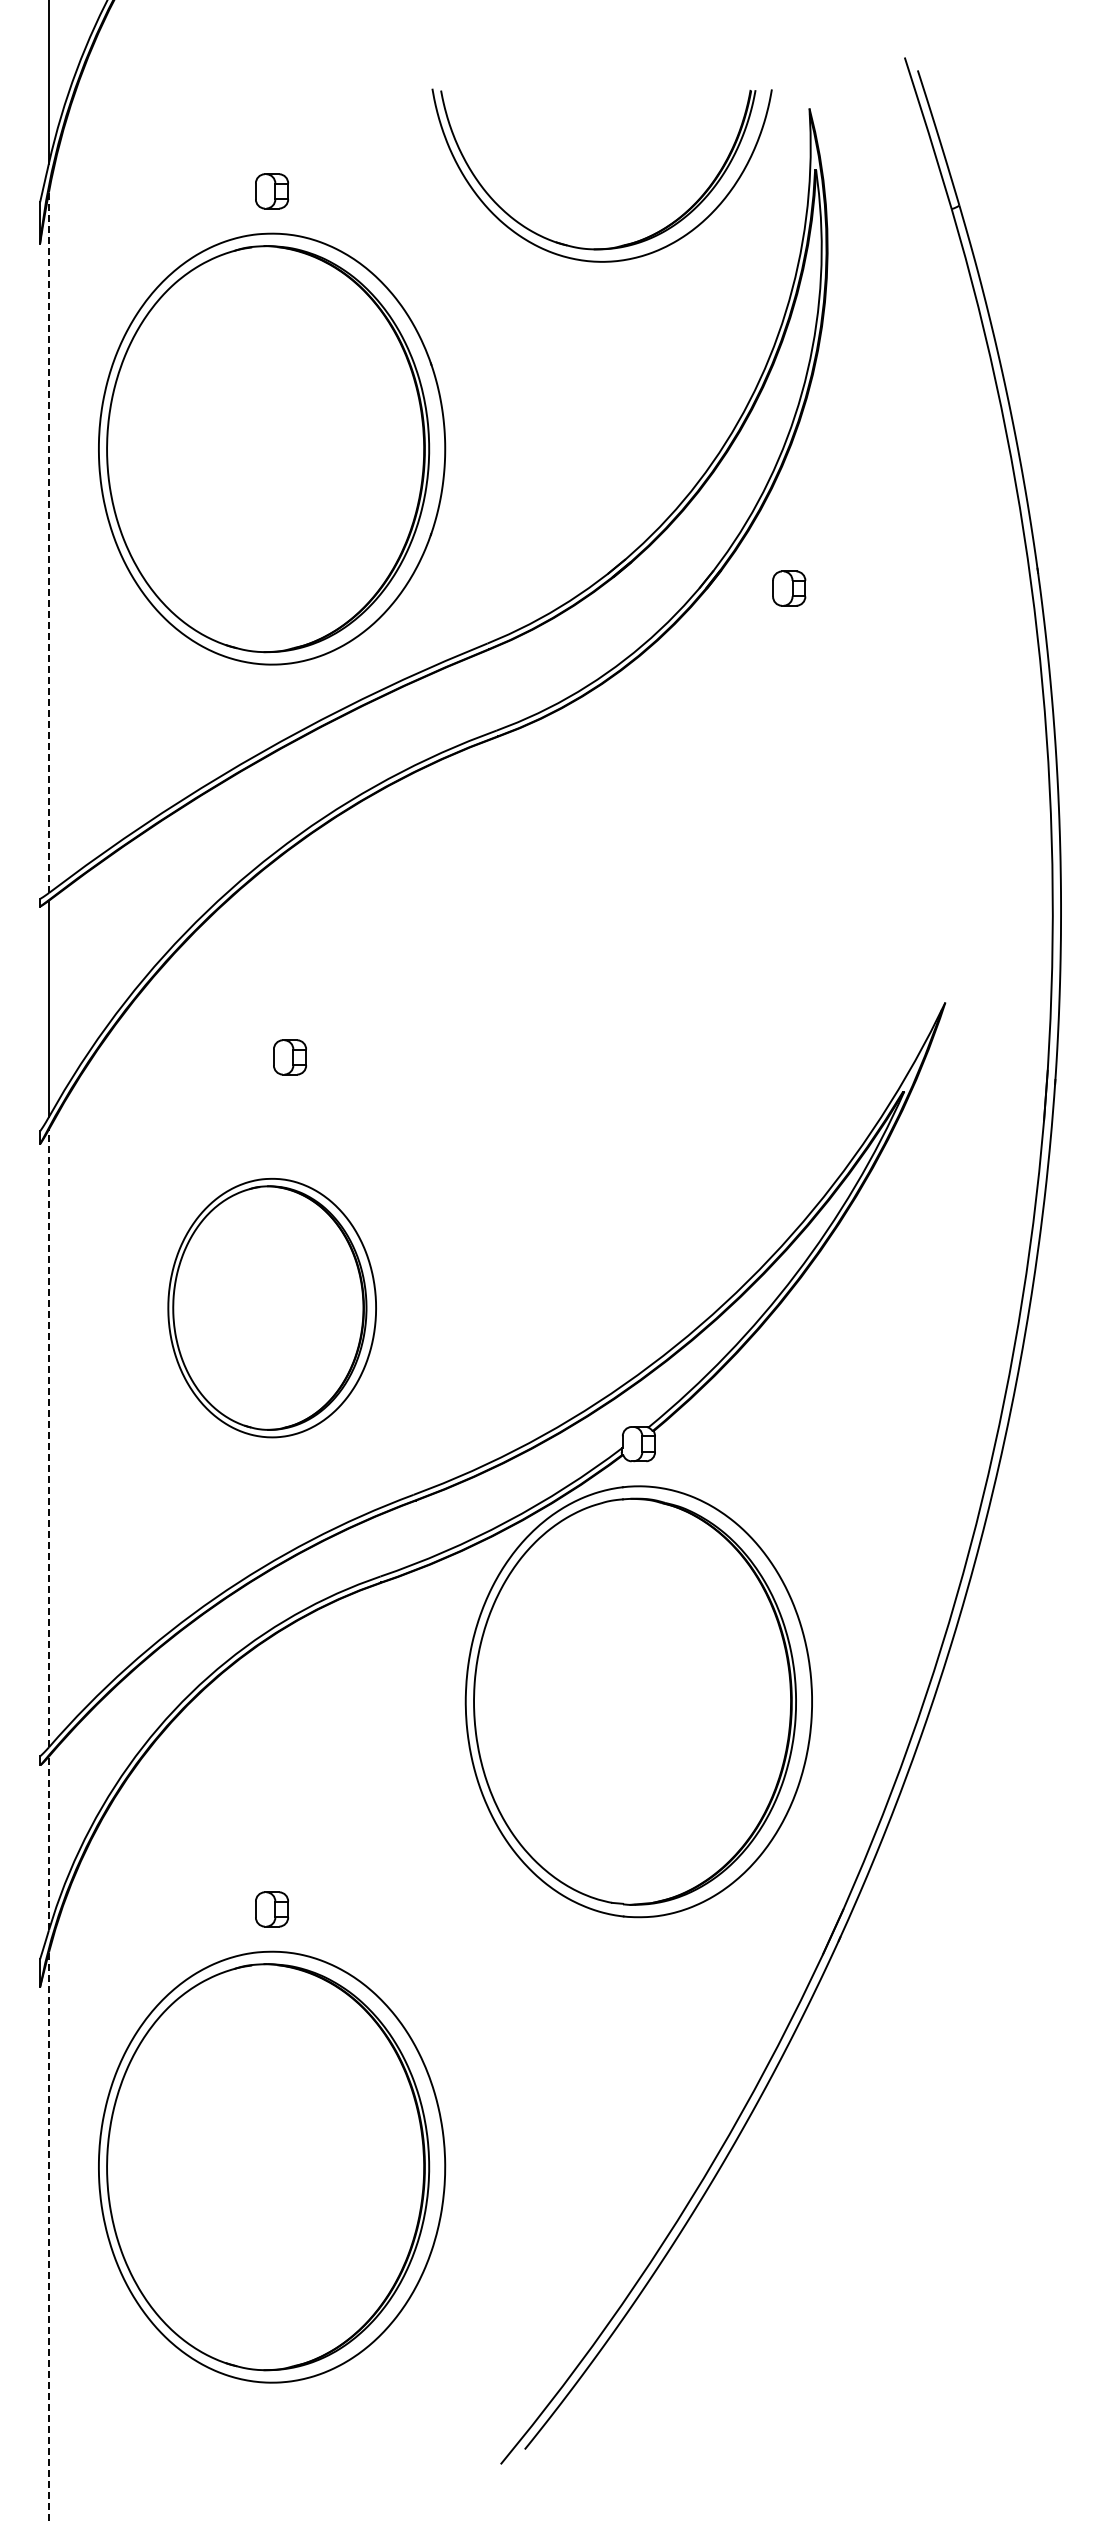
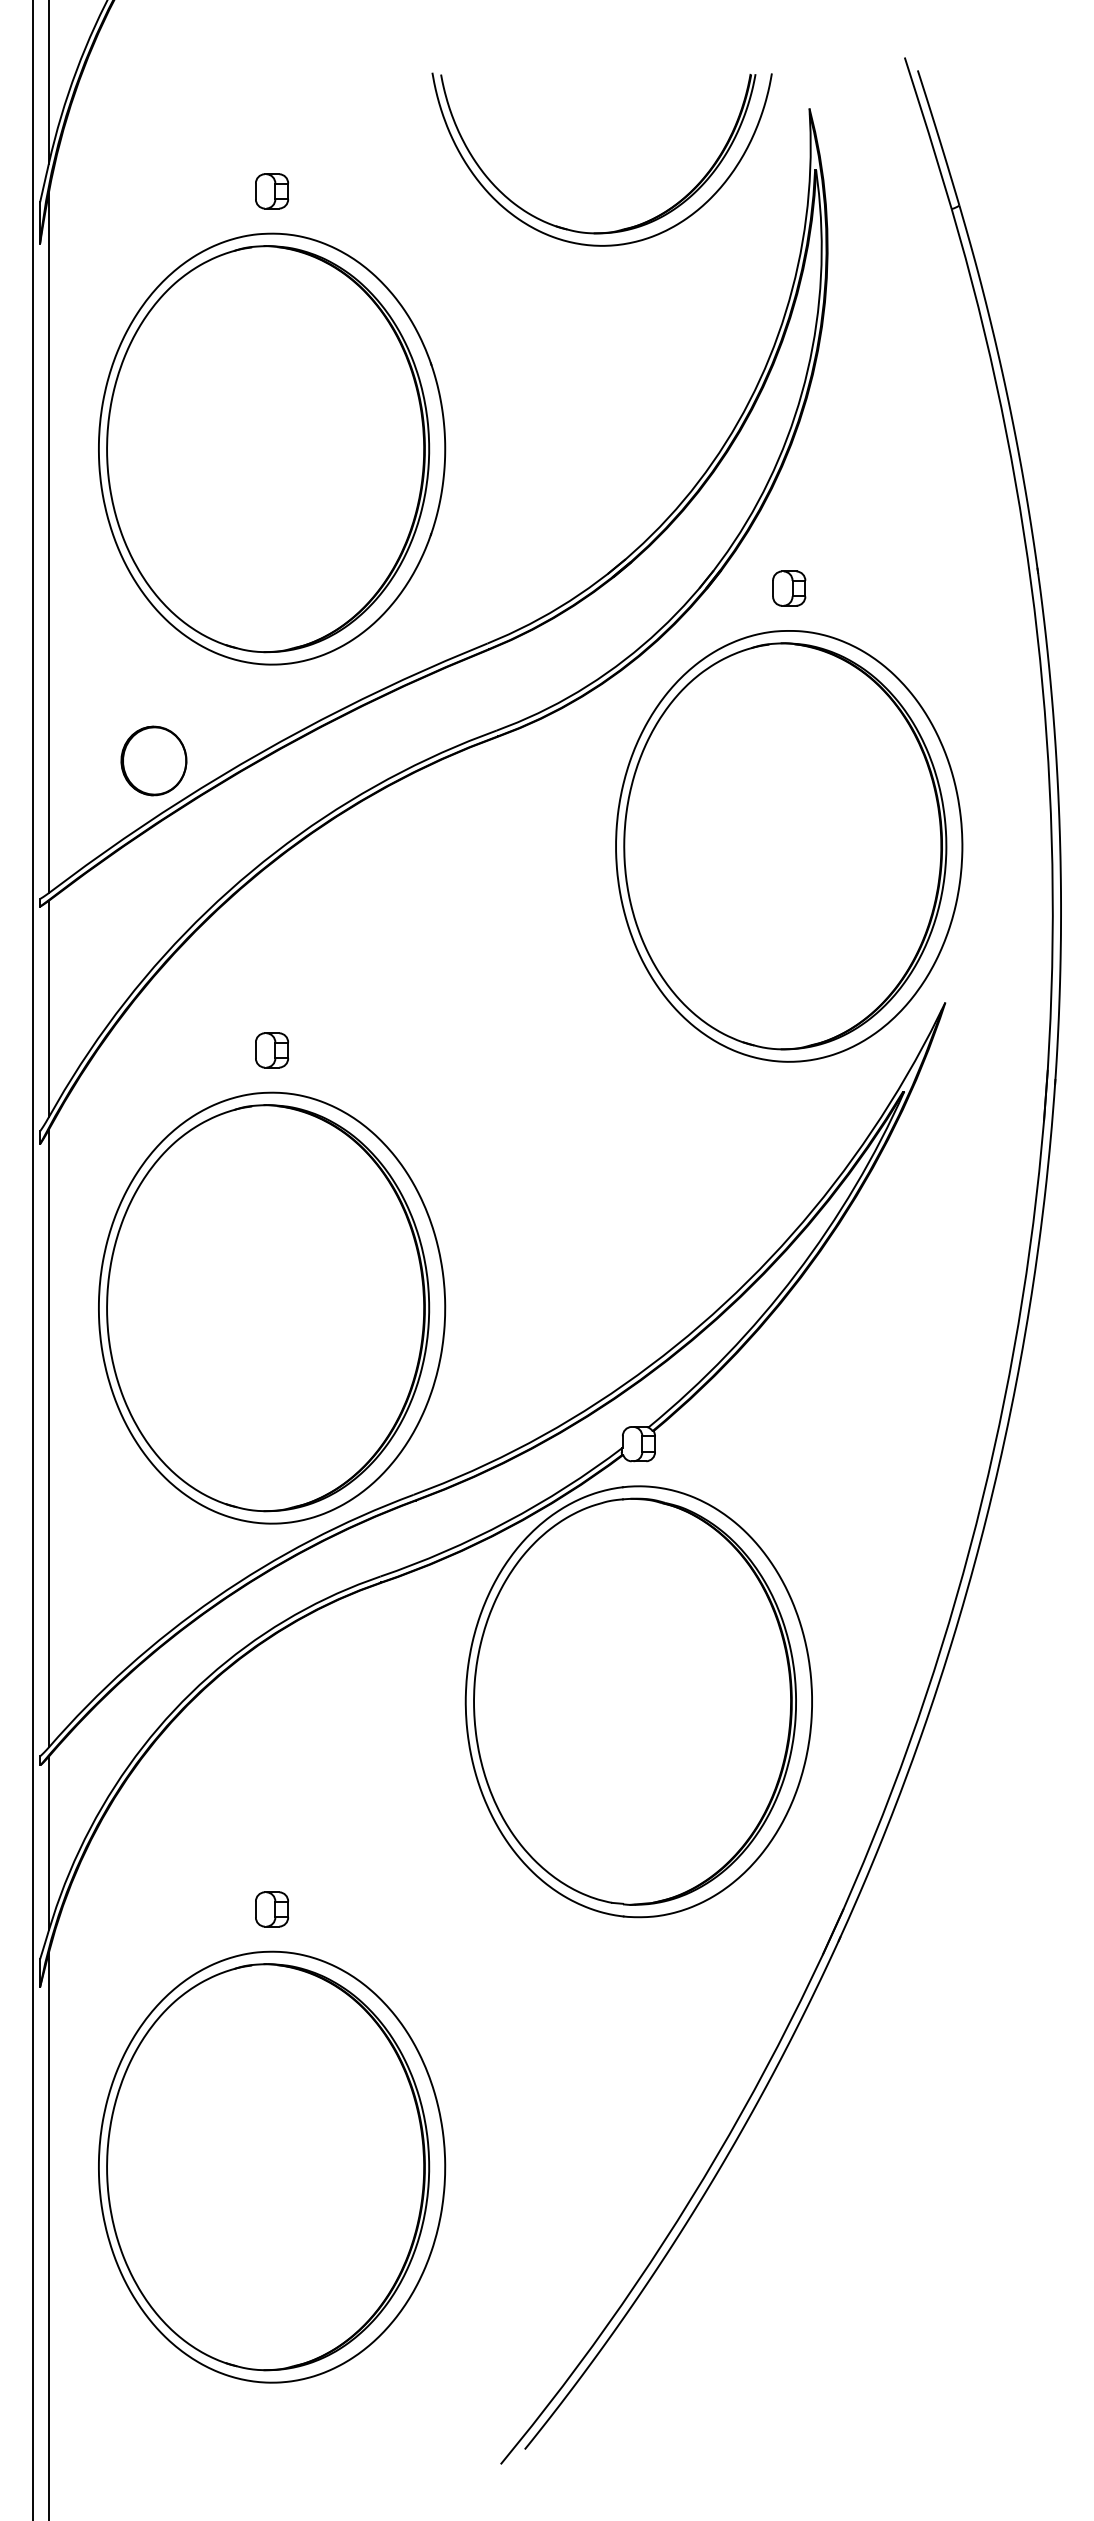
part at (618, 245) position: (618, 245) -> (618, 229)
line at (48, 542): dashed -> solid
part at (153, 760): none -> present
part at (789, 846): none -> present
part at (289, 1057) position: (289, 1057) -> (271, 1050)
line at (32, 1259): none -> present
part at (271, 1308) size: 210x261 px -> 349x434 px
line at (48, 1438): dashed -> solid
line at (48, 1843): dashed -> solid
line at (48, 2236): dashed -> solid
